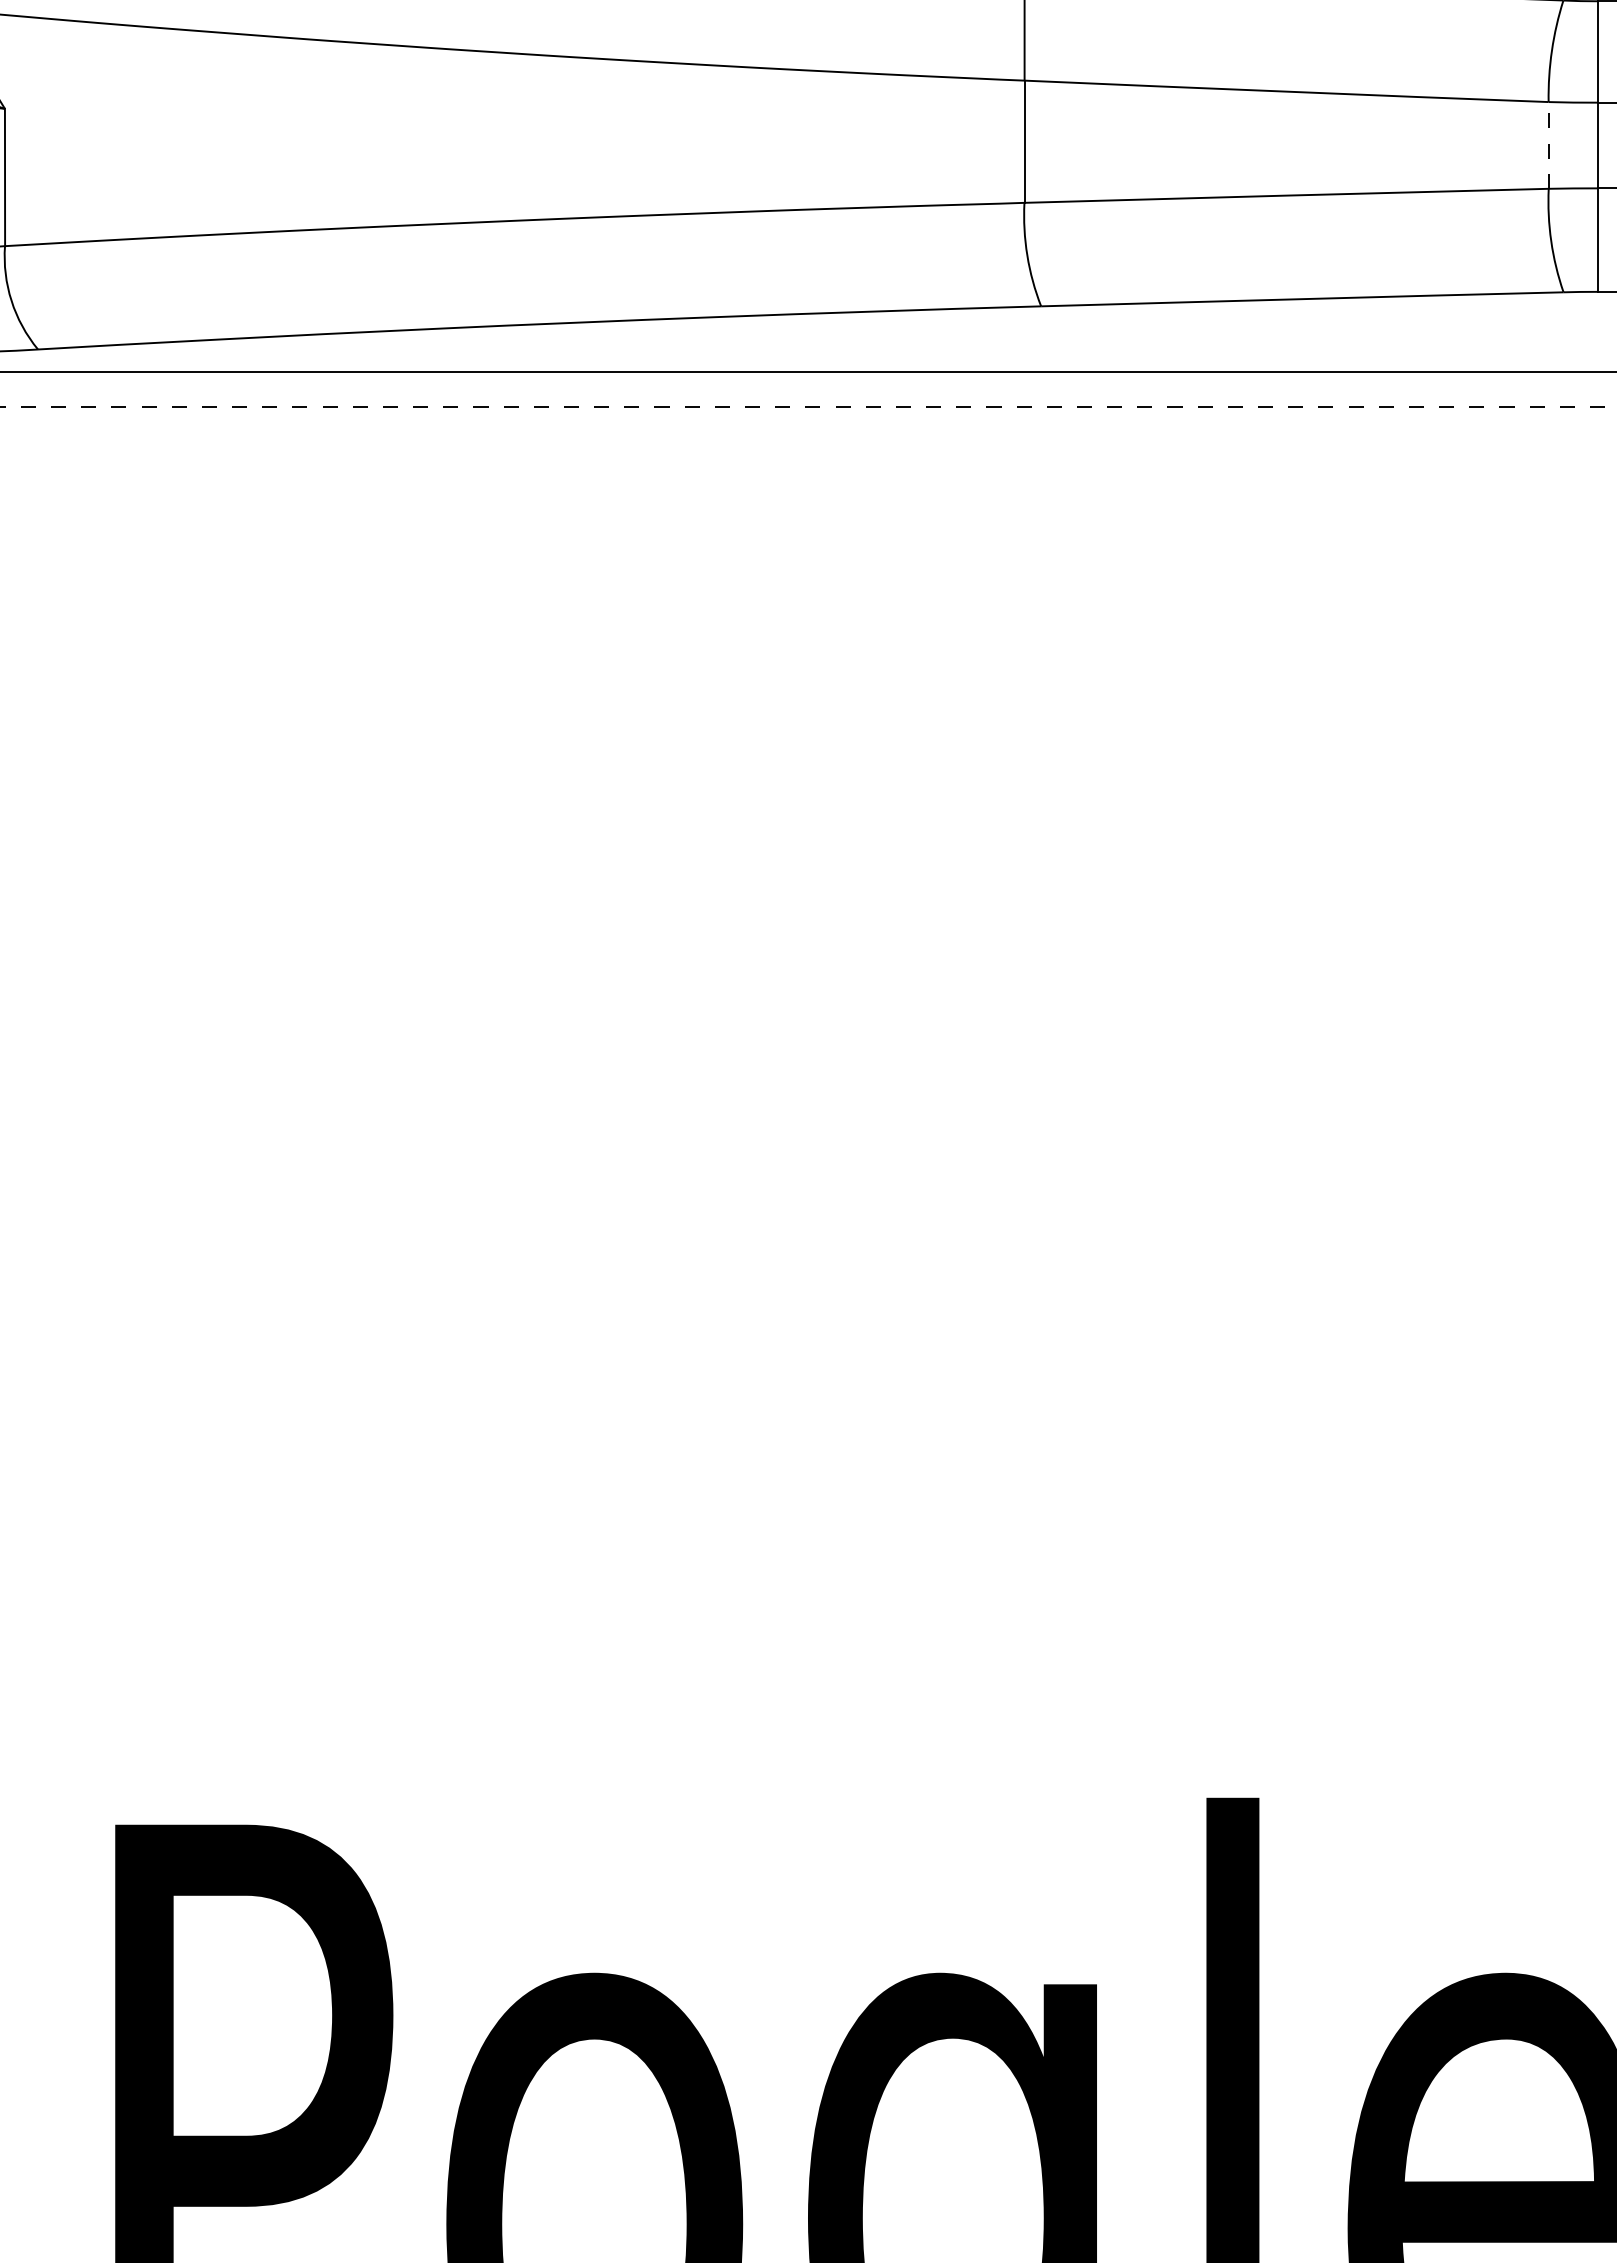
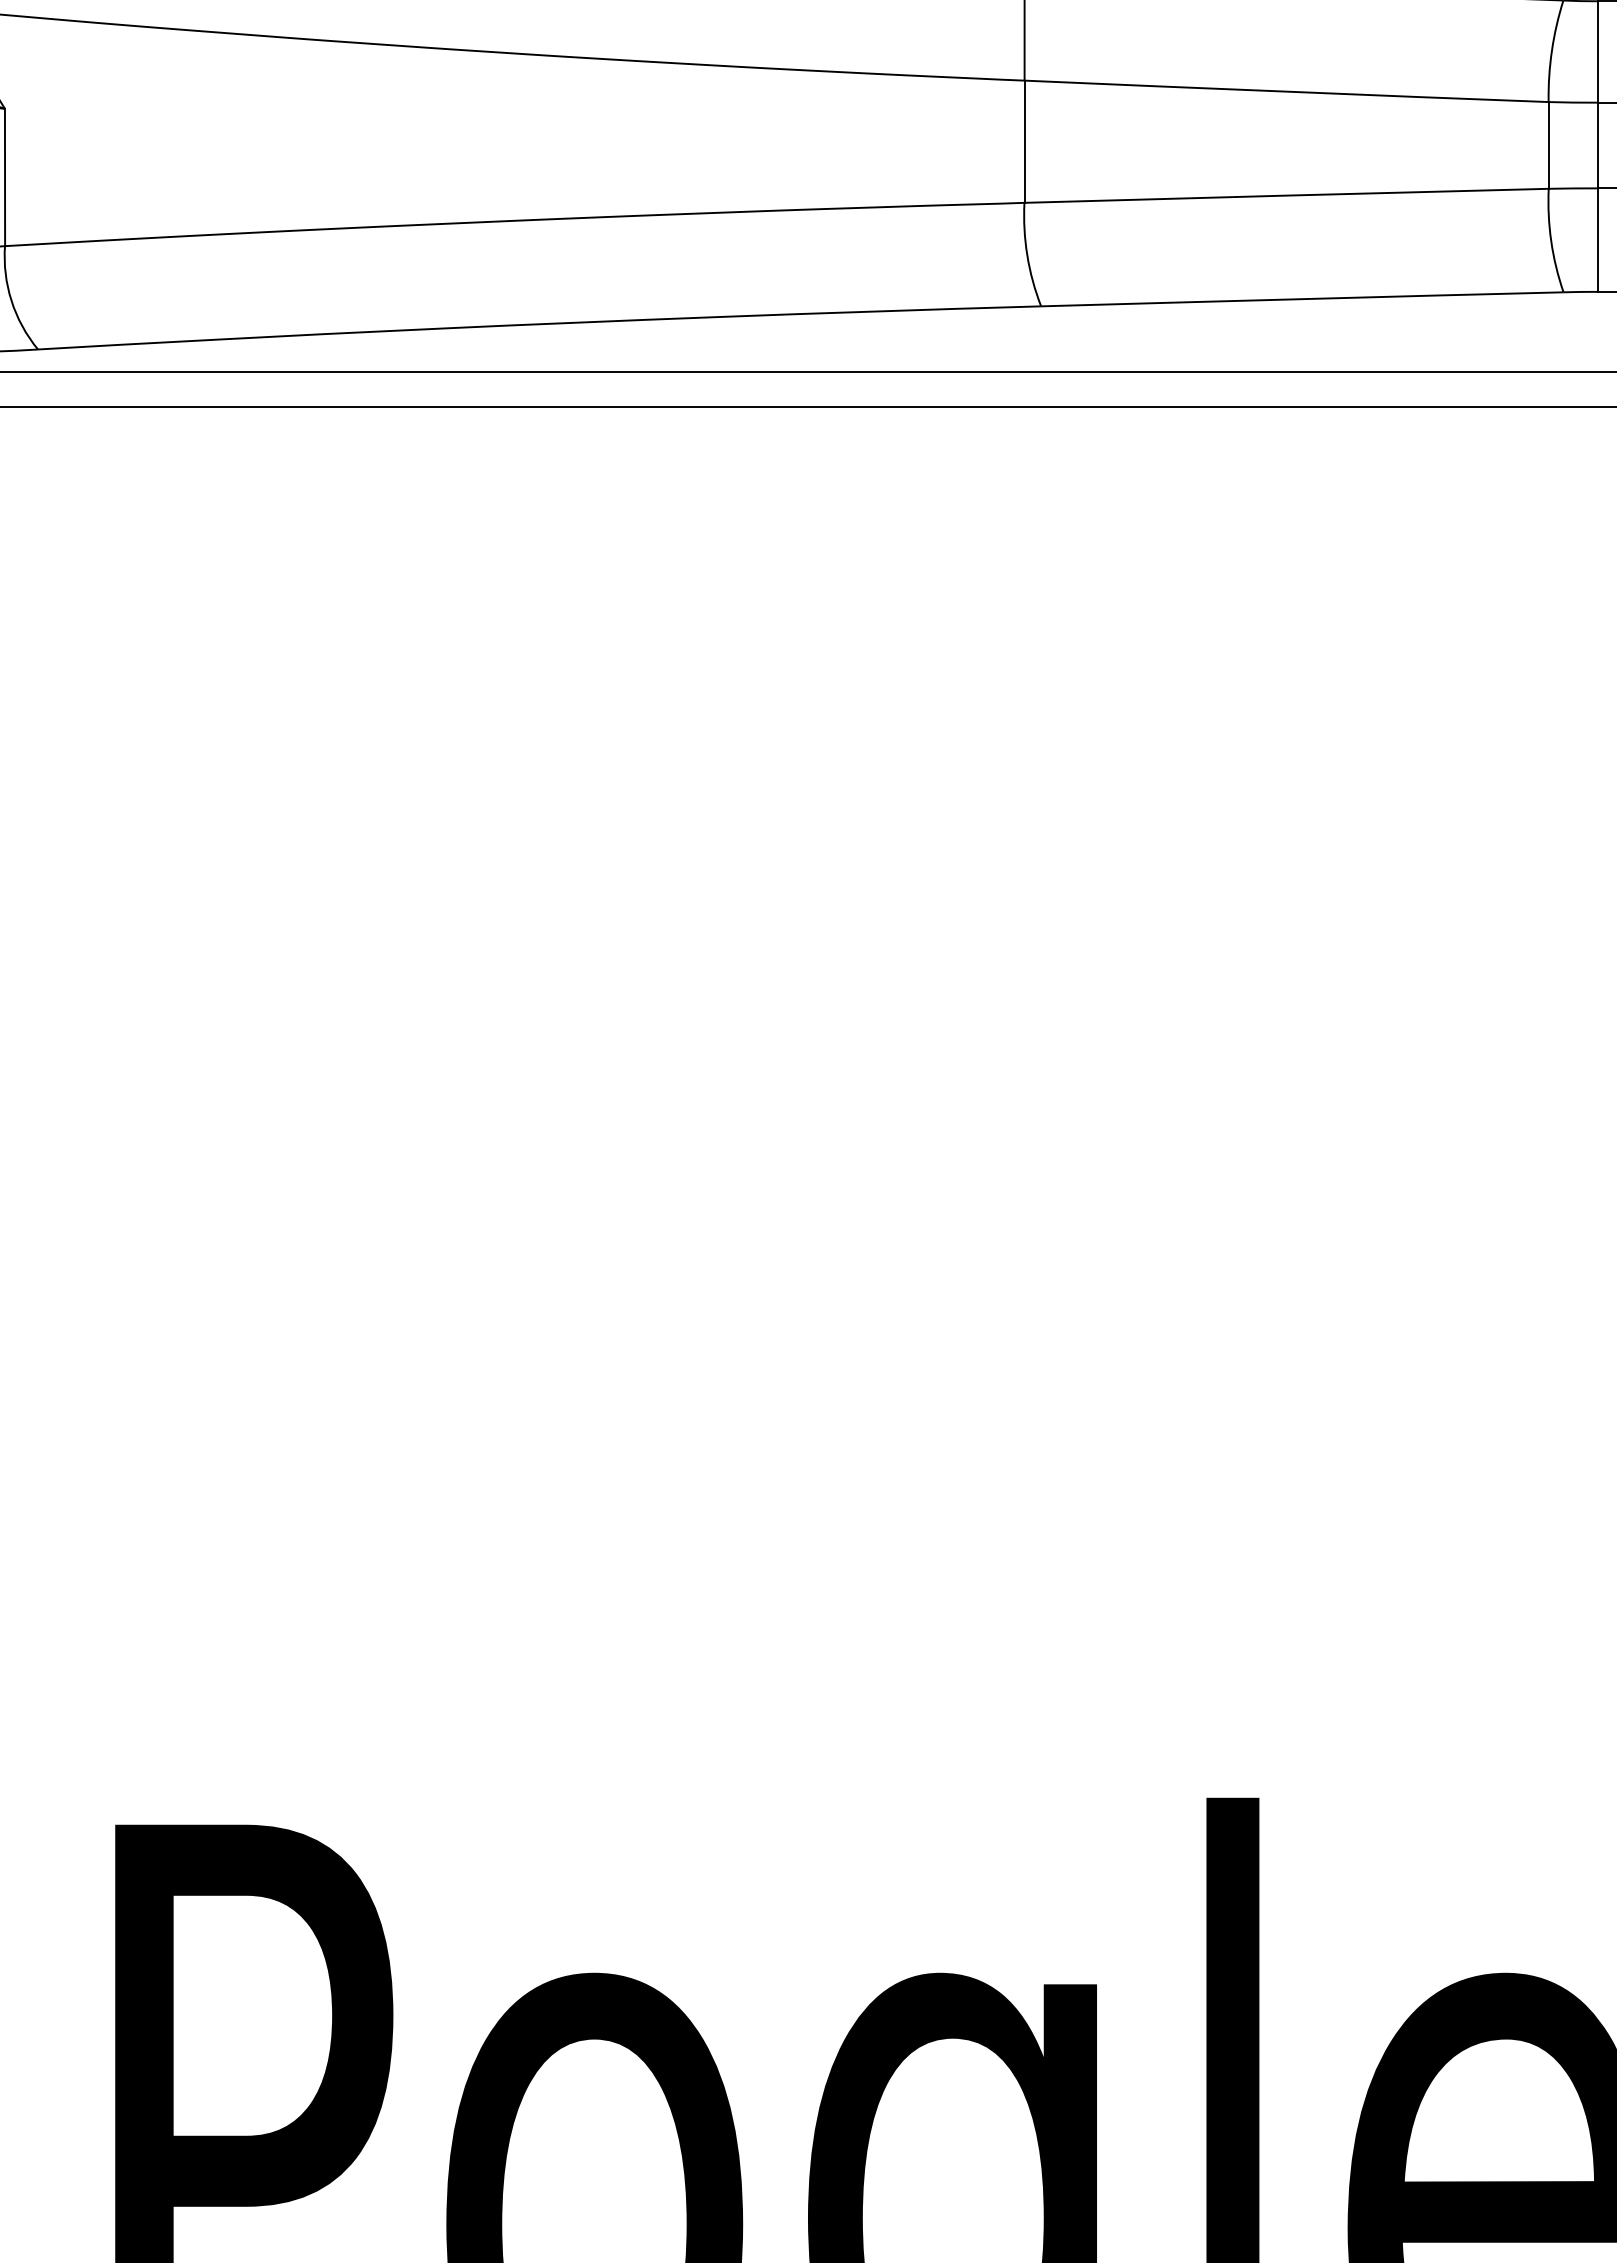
line at (1548, 144): dashed -> solid
line at (808, 407): dashed -> solid
